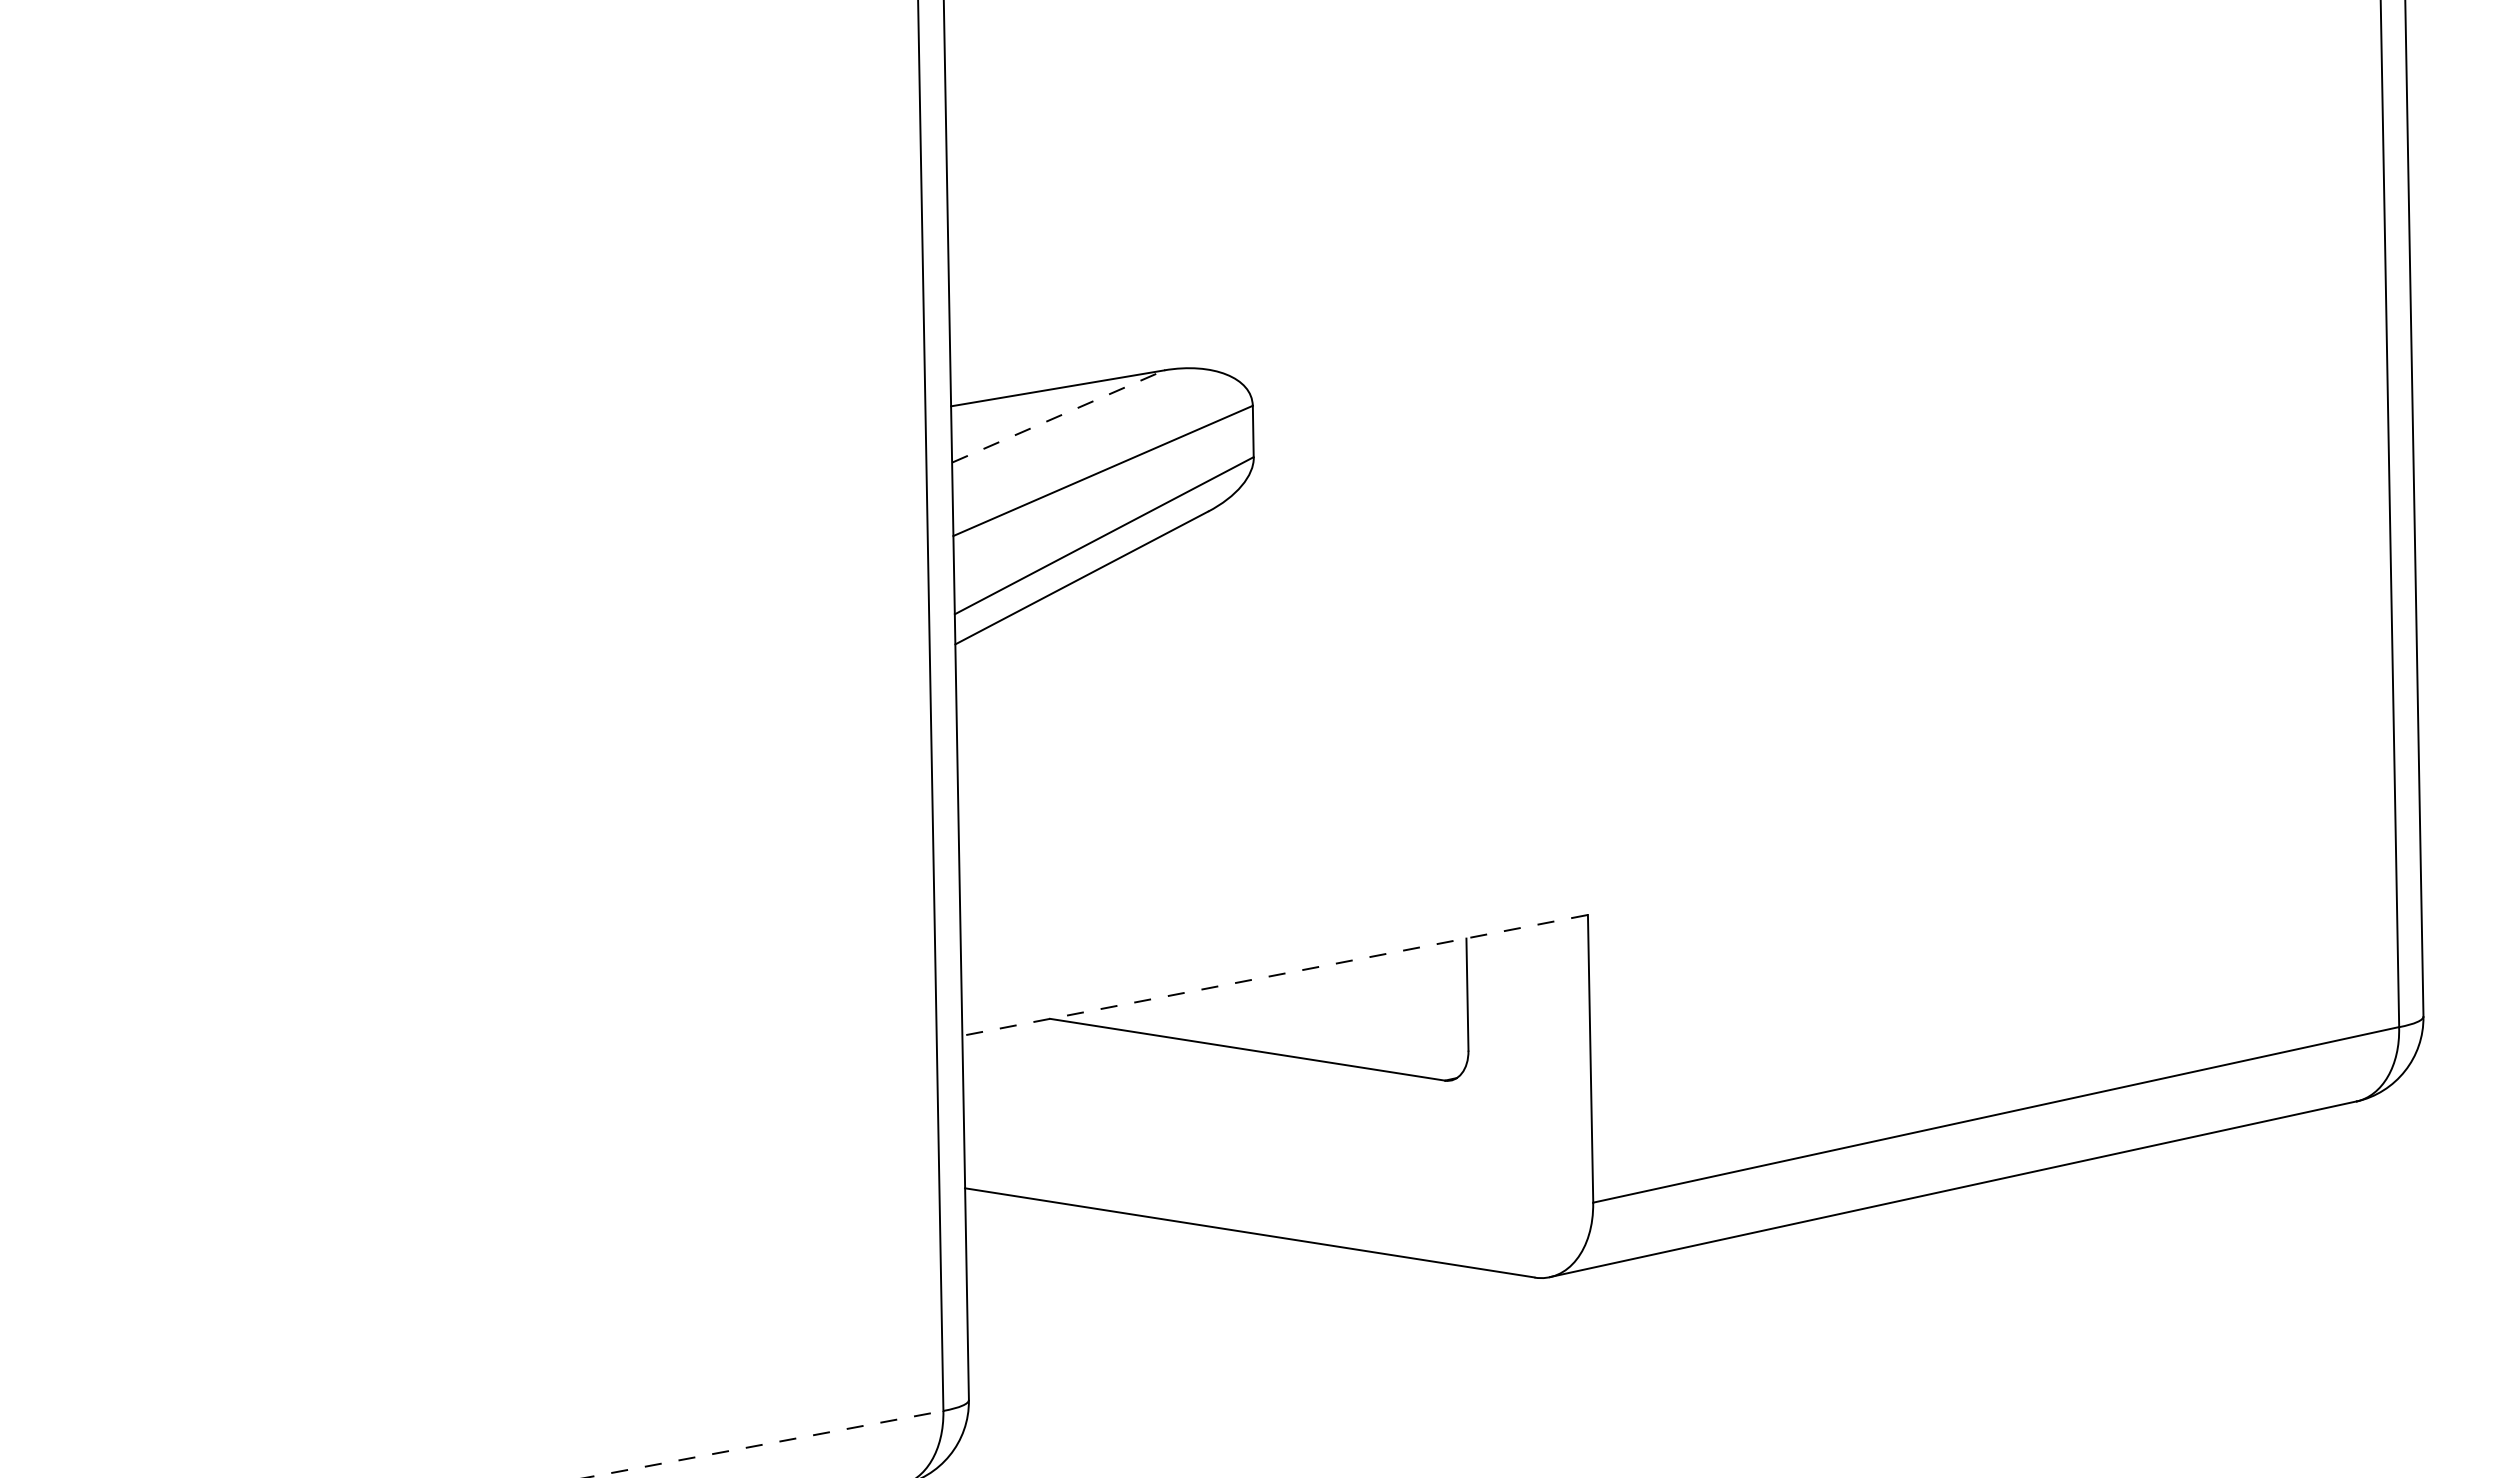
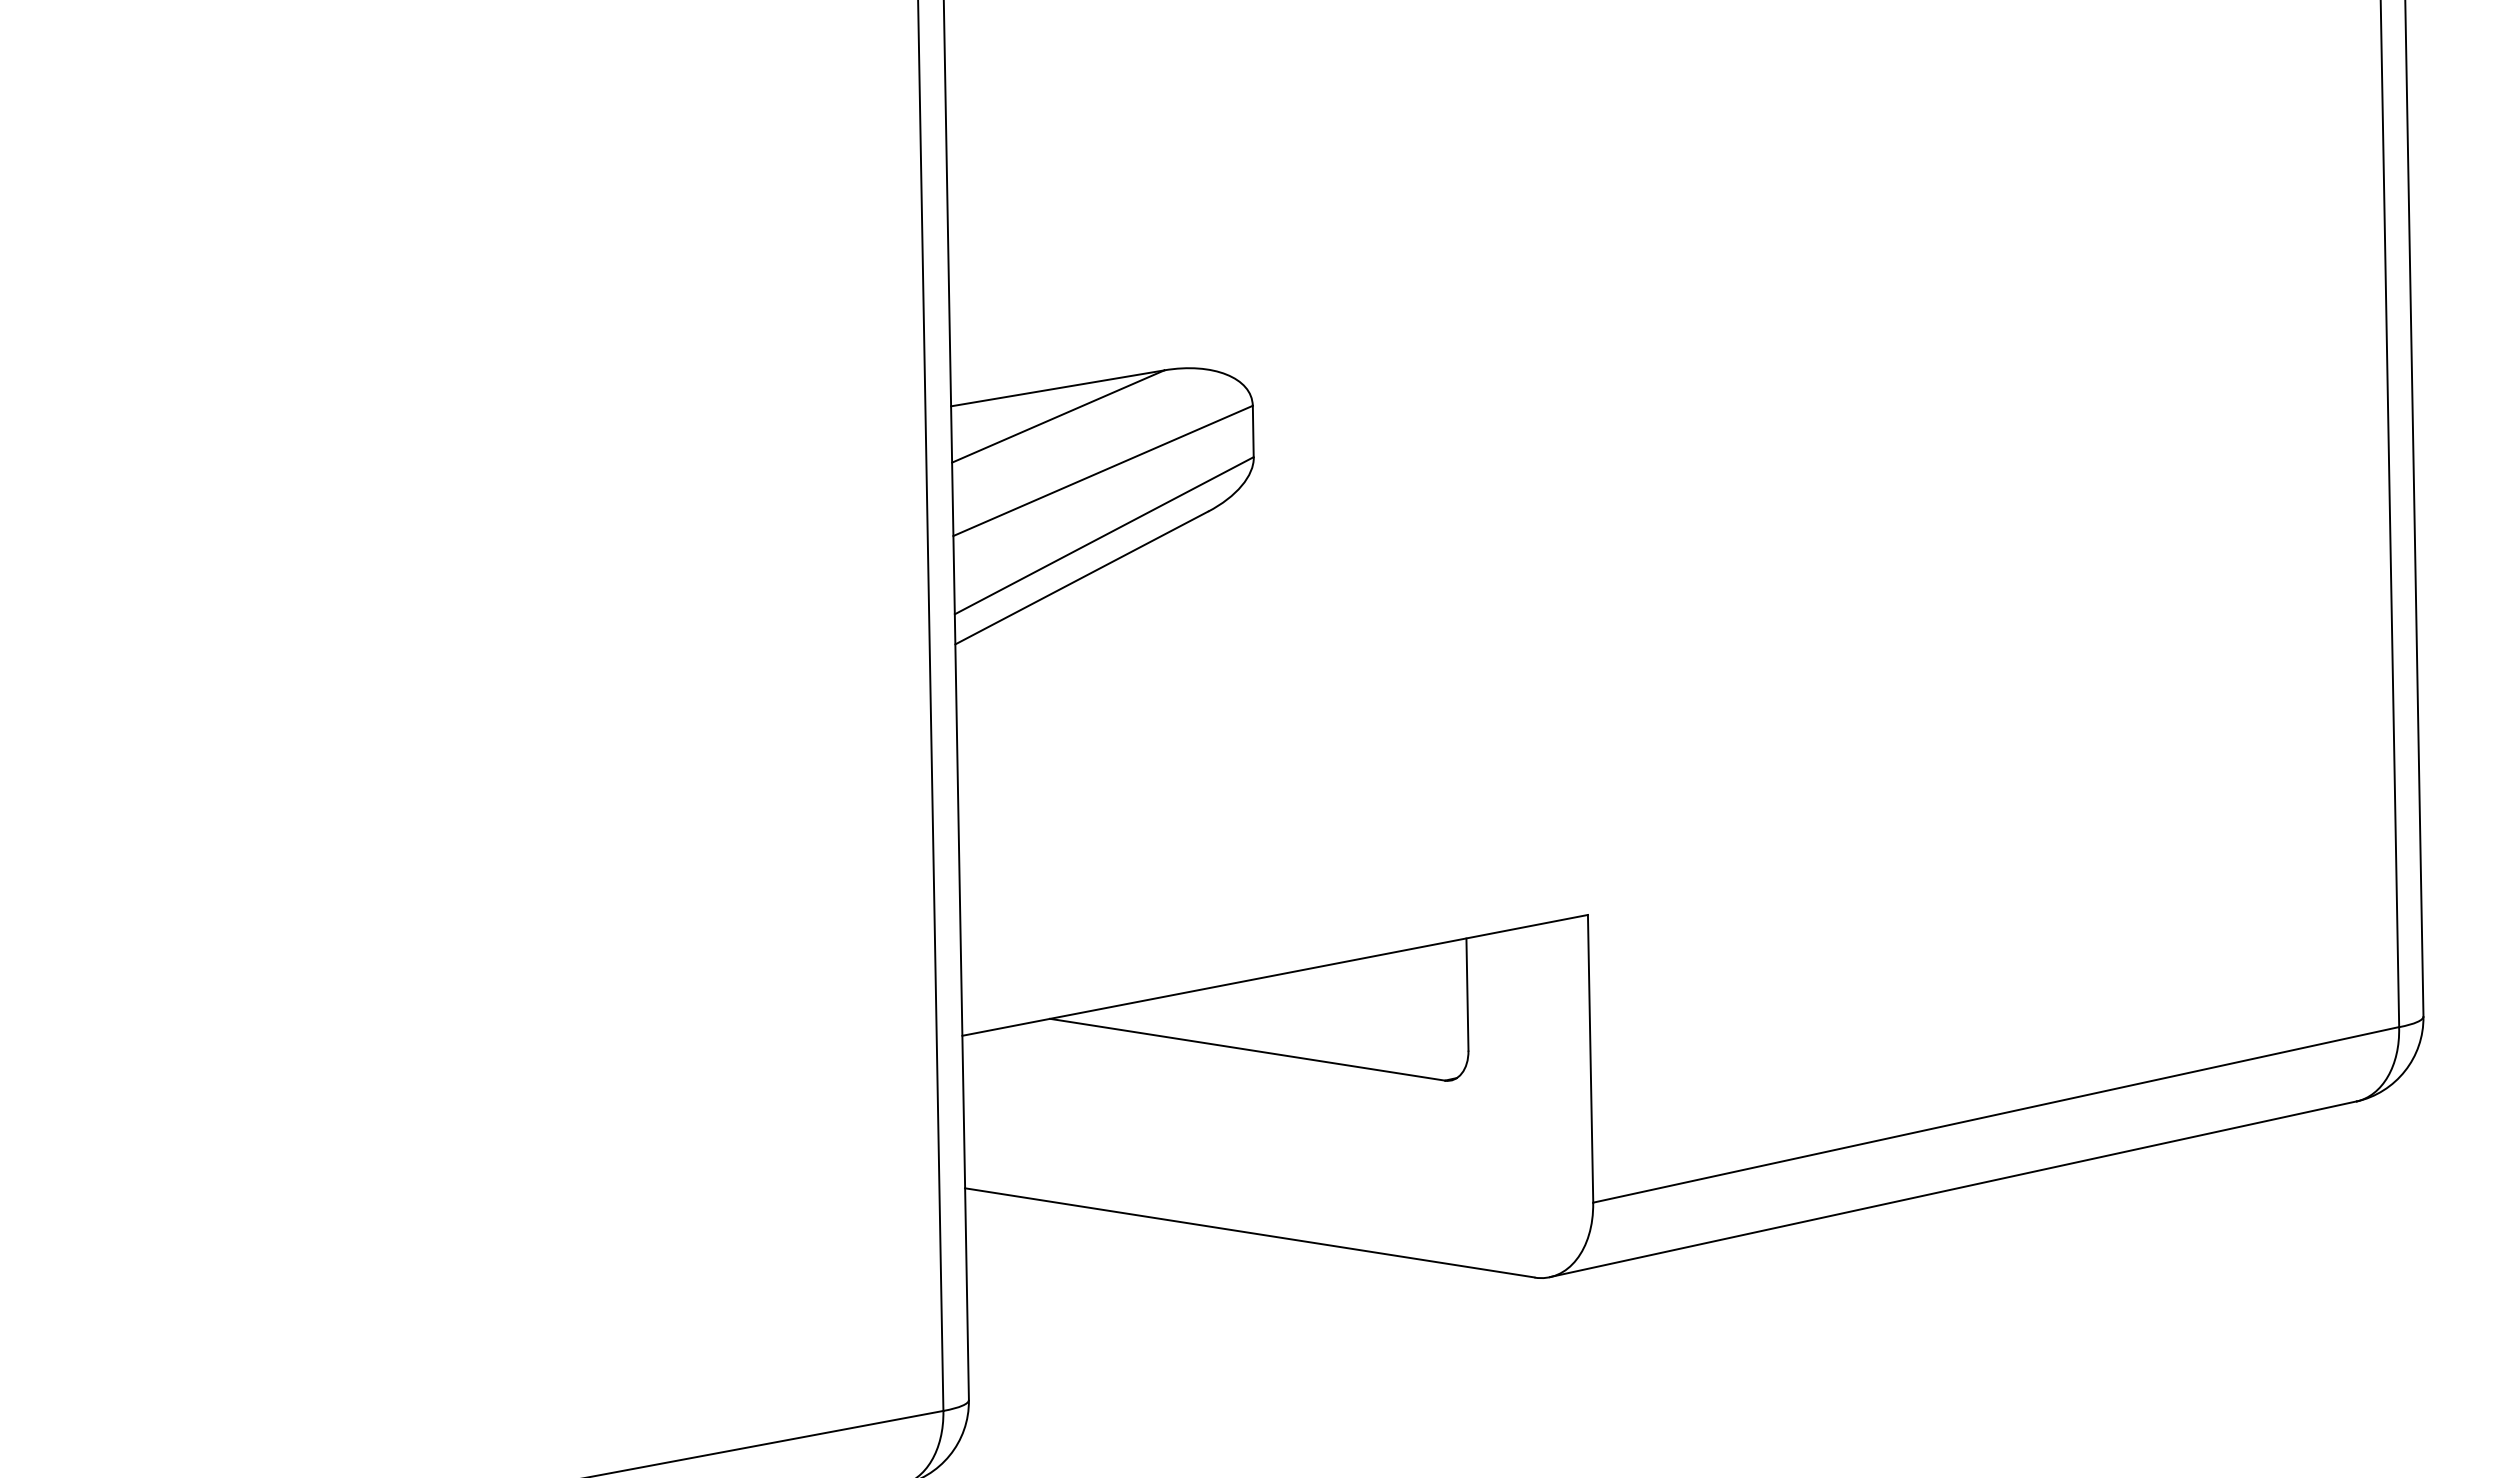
line at (1058, 416): dashed -> solid
line at (1275, 975): dashed -> solid
line at (764, 1444): dashed -> solid
